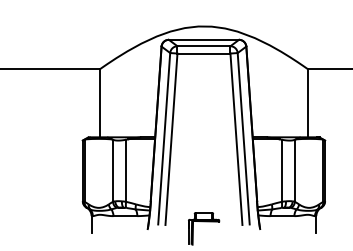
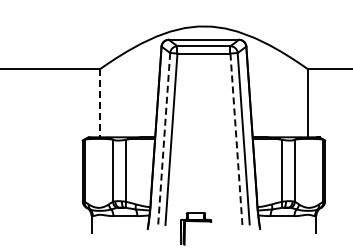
line at (100, 103): solid -> dashed
line at (164, 138): solid -> dashed
line at (236, 139): solid -> dashed
part at (204, 228) position: (204, 228) -> (196, 228)
